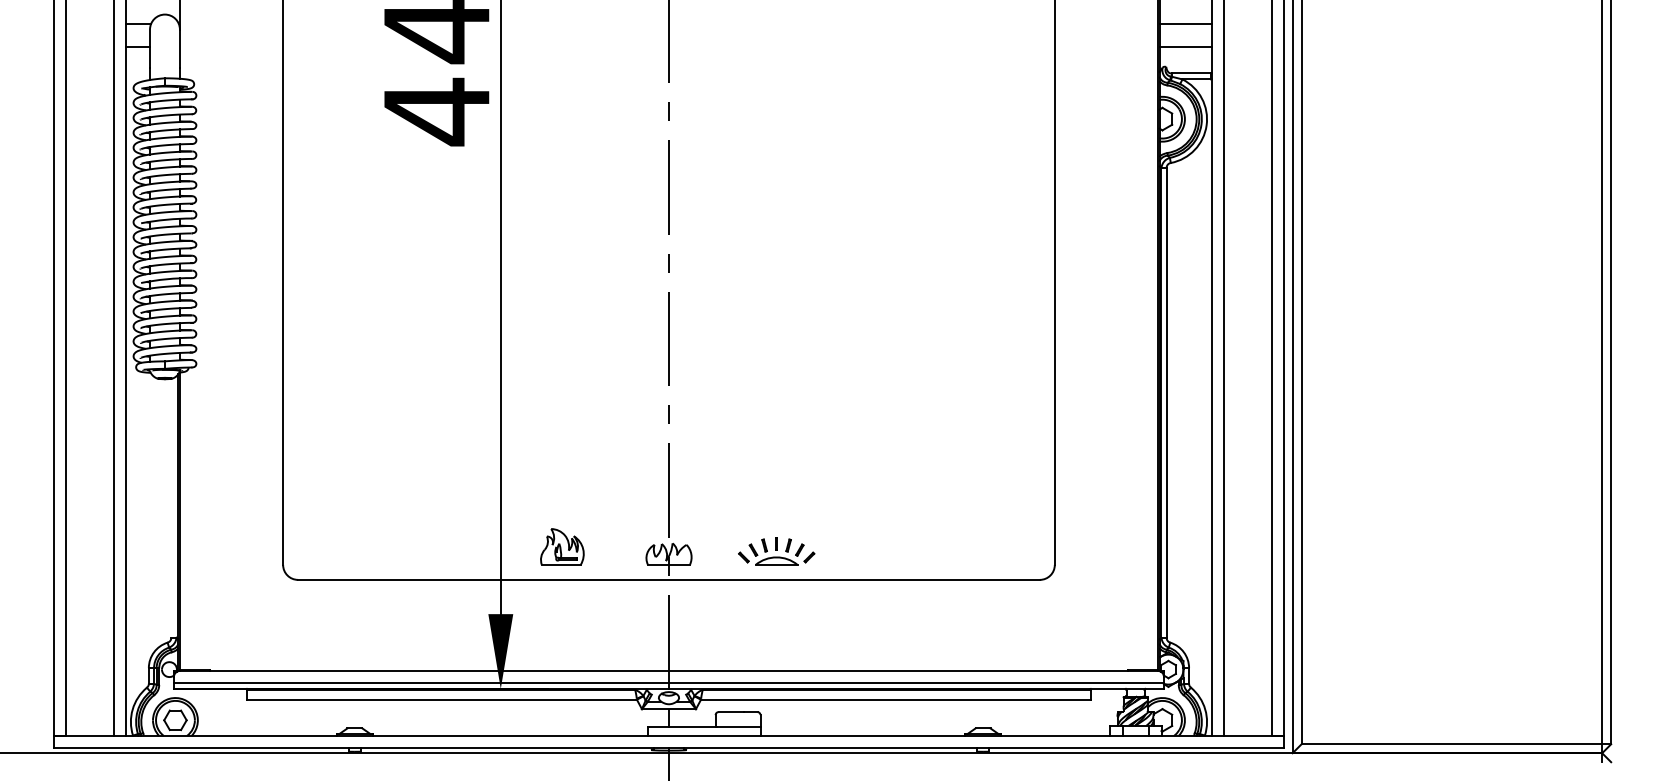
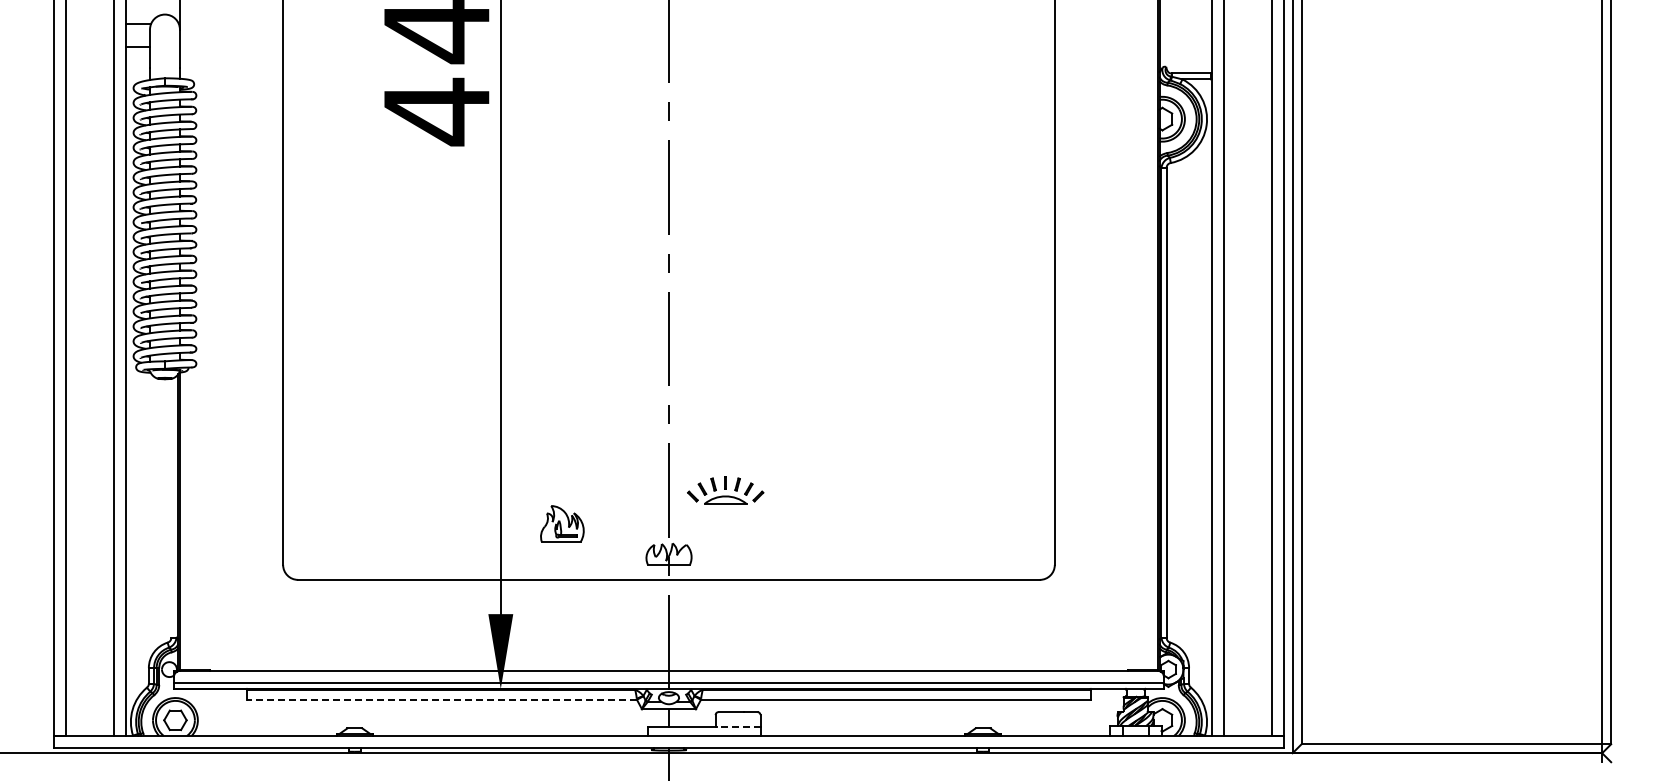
line at (1185, 23): present -> none
line at (1185, 47): present -> none
part at (562, 546) position: (562, 546) -> (562, 523)
part at (776, 551) position: (776, 551) -> (725, 490)
line at (442, 699): solid -> dashed
line at (738, 727): solid -> dashed
